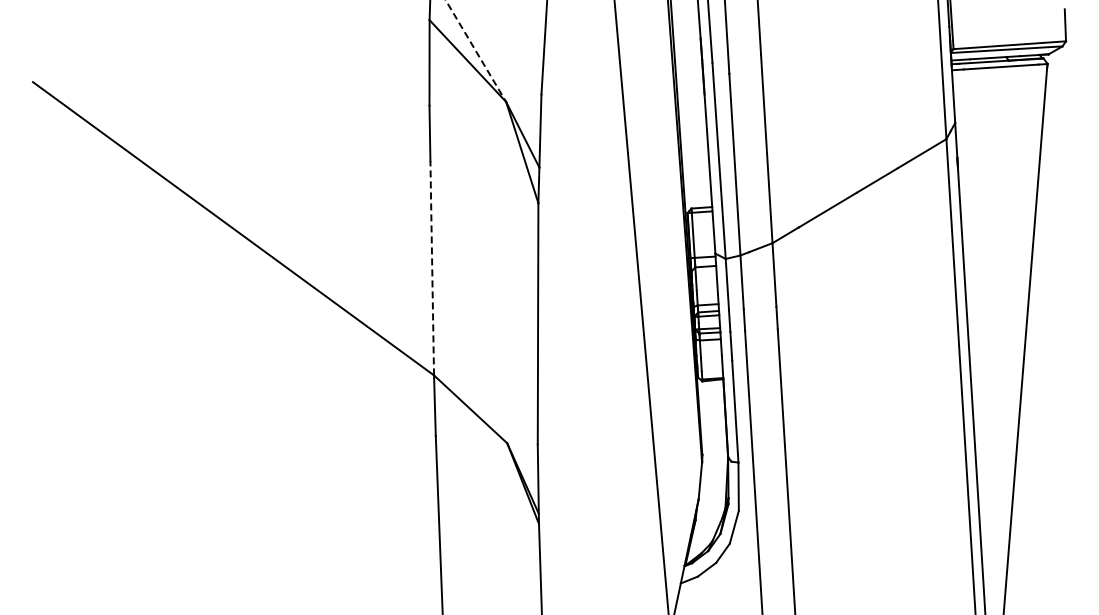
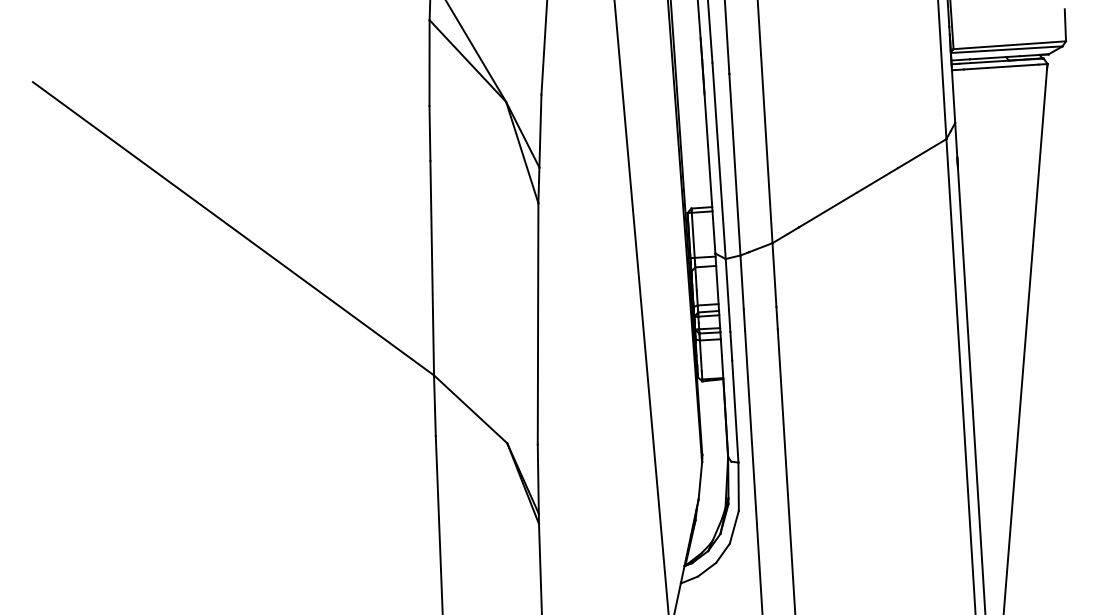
line at (476, 51): dashed -> solid
line at (432, 267): dashed -> solid
